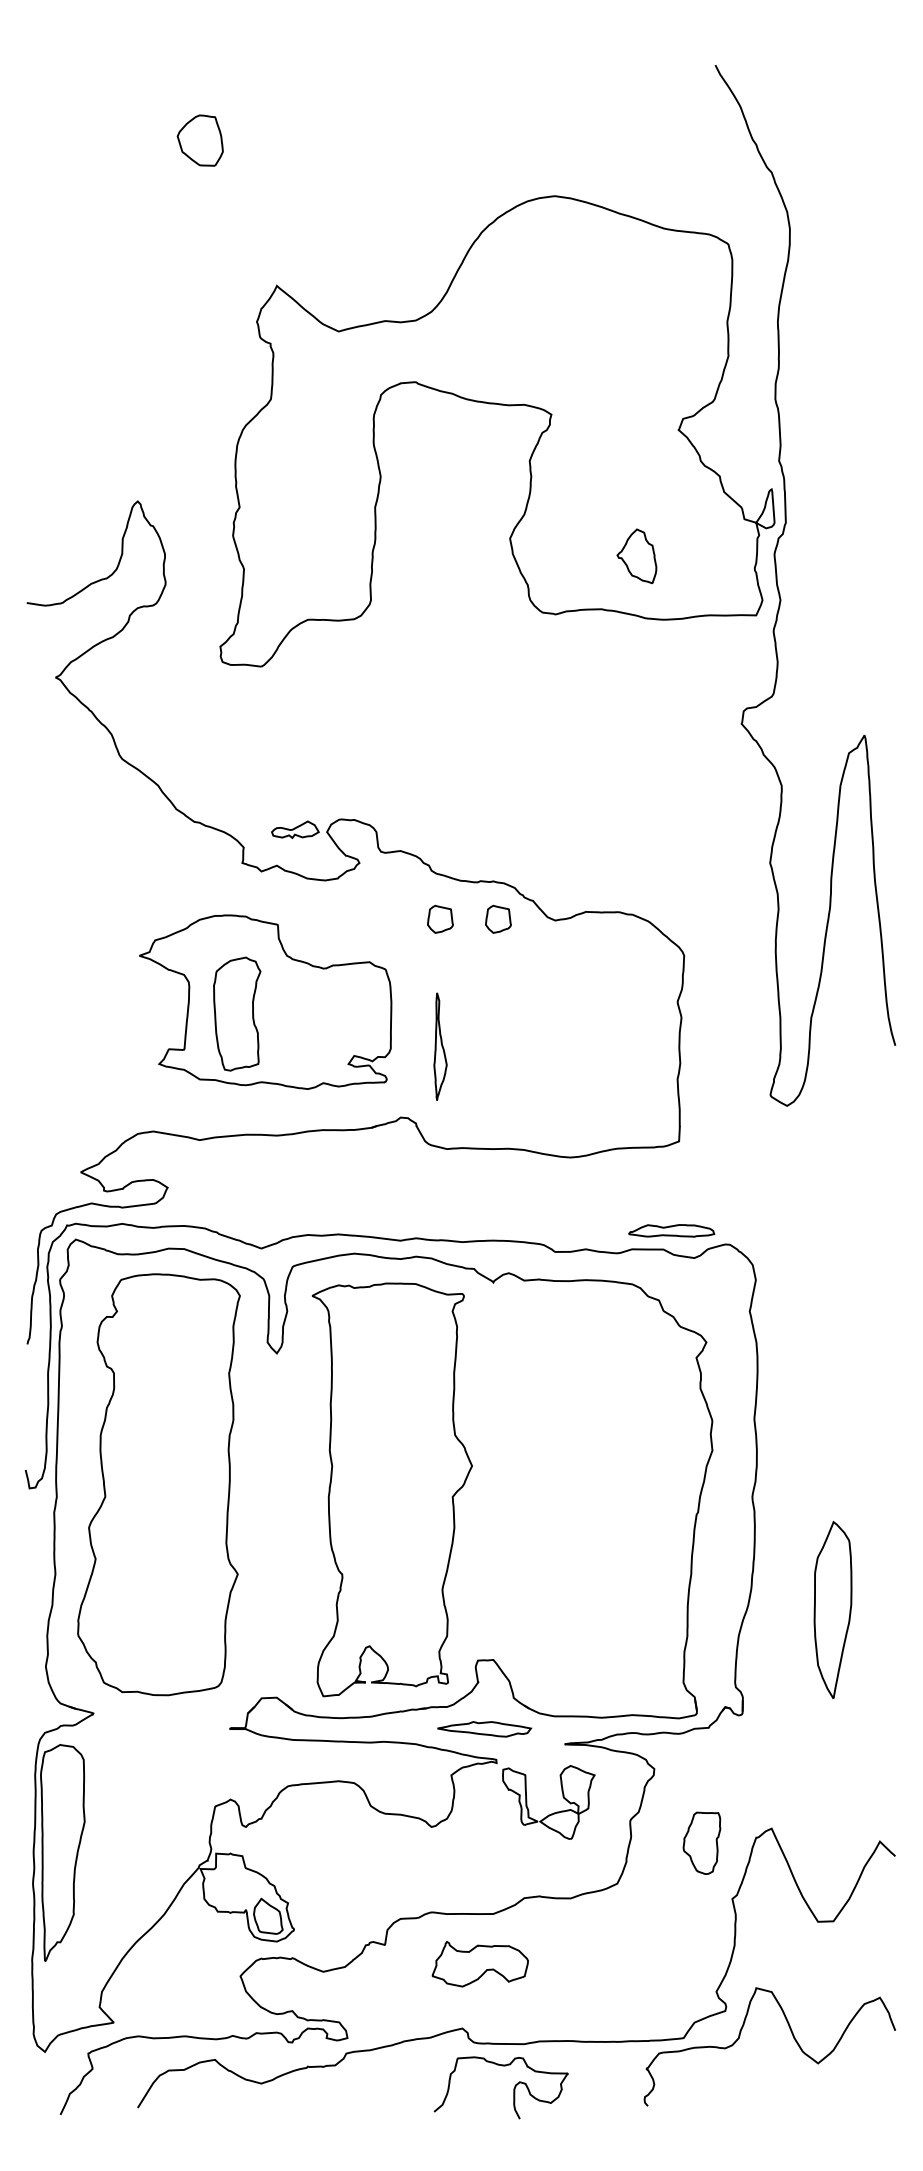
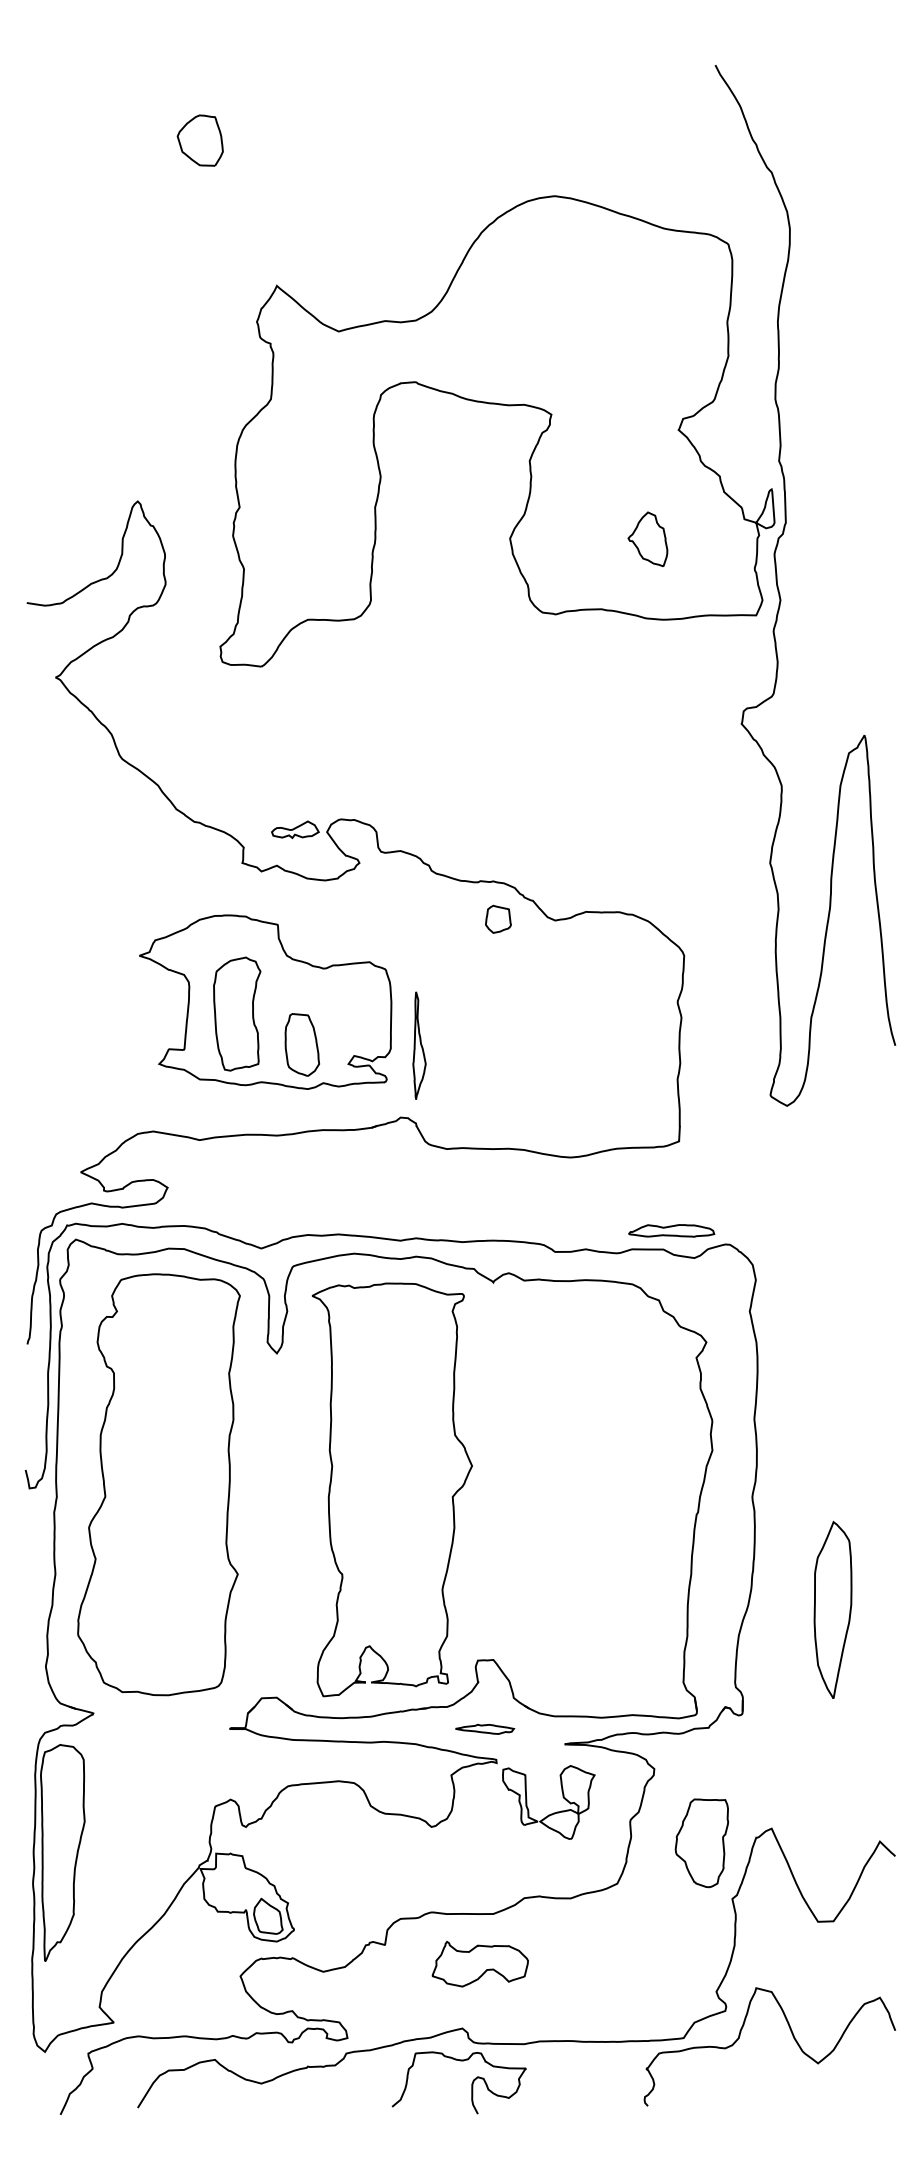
part at (636, 555) position: (636, 555) -> (647, 538)
part at (440, 918): present -> none
part at (302, 1044): none -> present
part at (440, 1046) position: (440, 1046) -> (419, 1045)
part at (484, 1729) size: 96x17 px -> 61x11 px
part at (701, 1842) size: 40x64 px -> 56x91 px
curve at (513, 2088) position: (513, 2088) -> (471, 2083)
